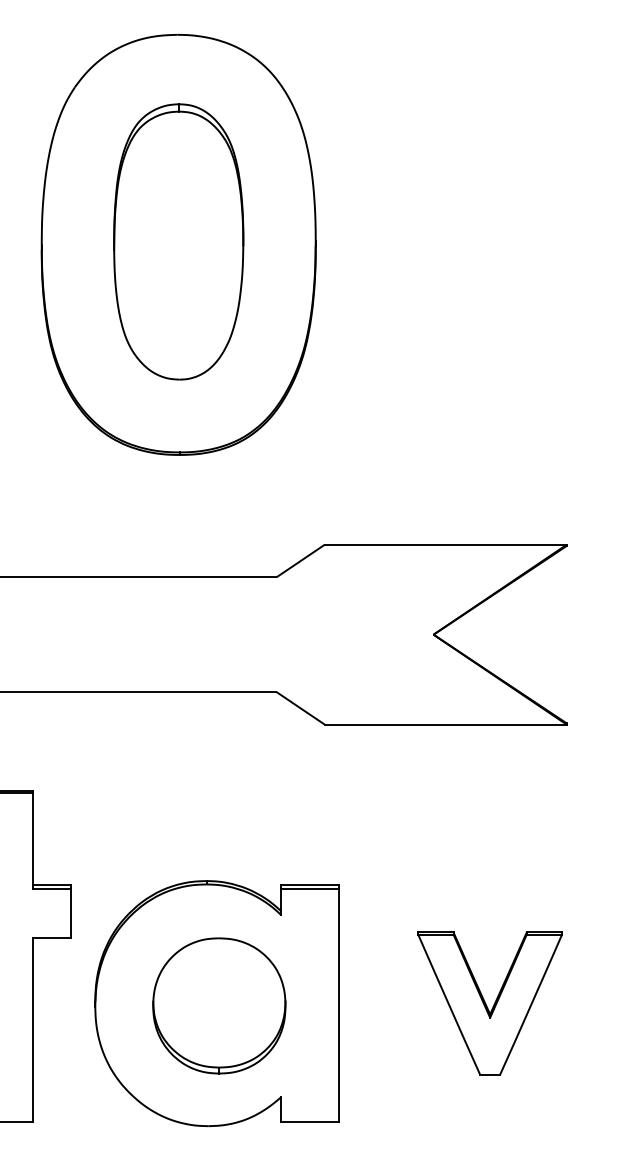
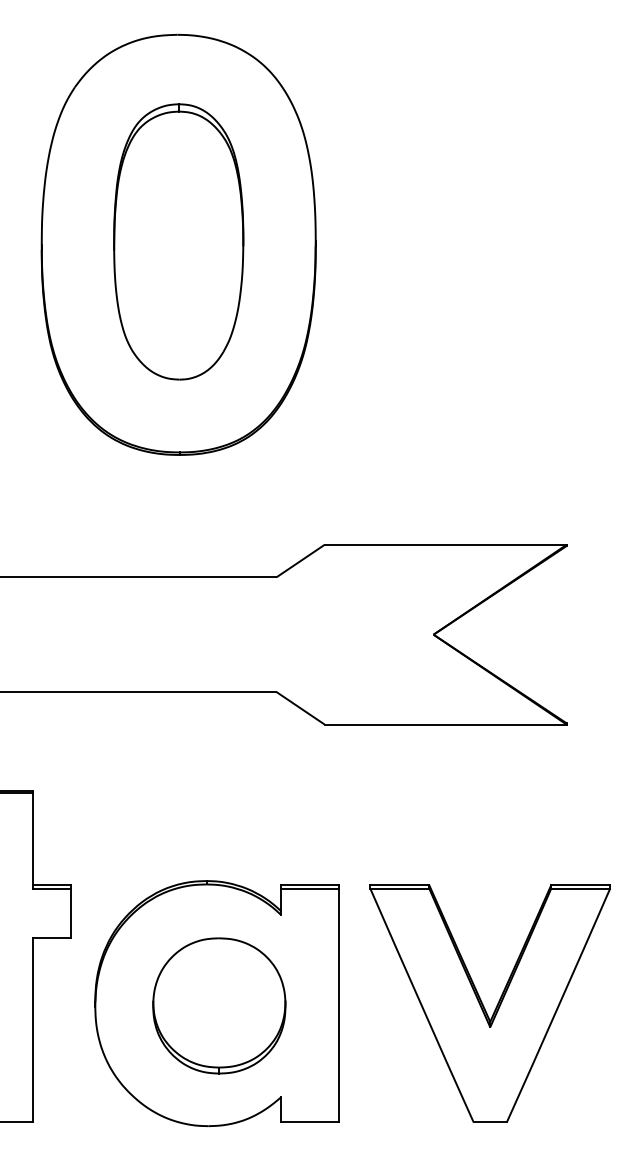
part at (489, 1003) size: 146x145 px -> 242x239 px
